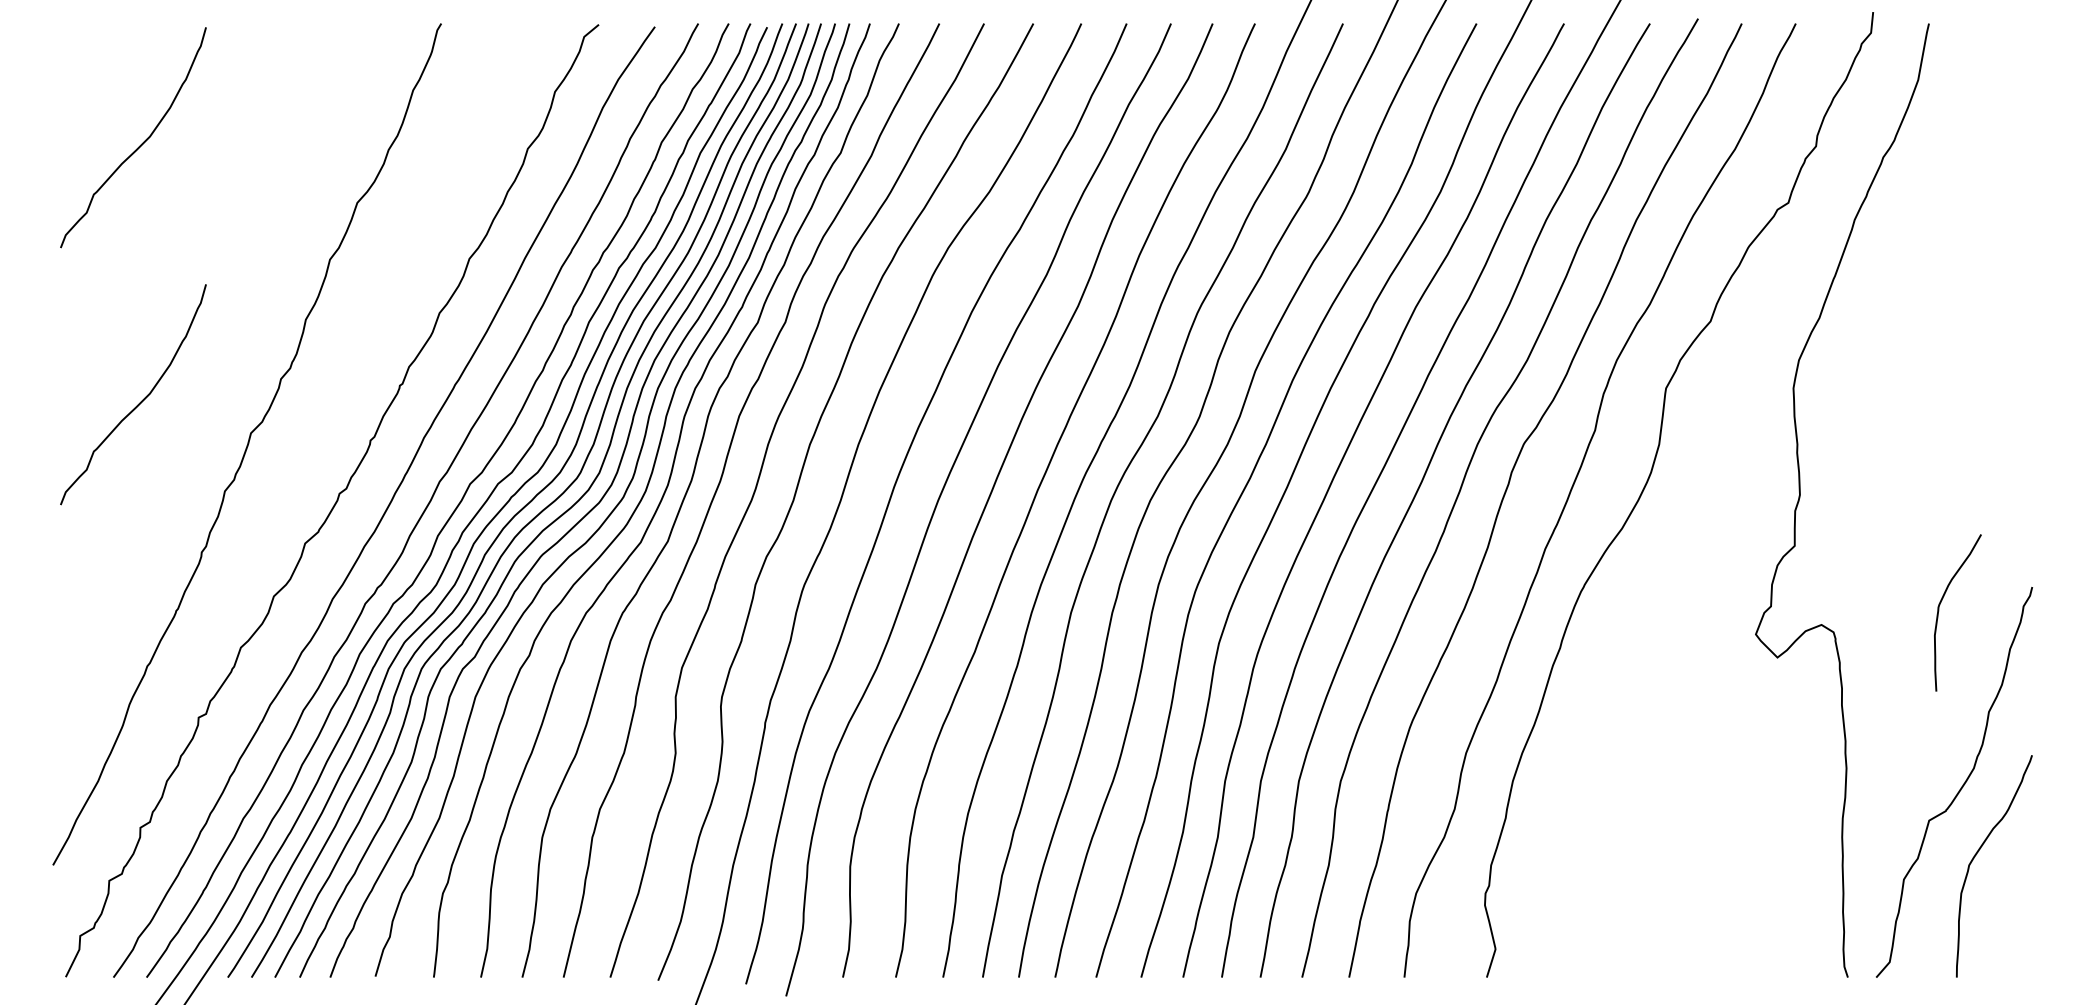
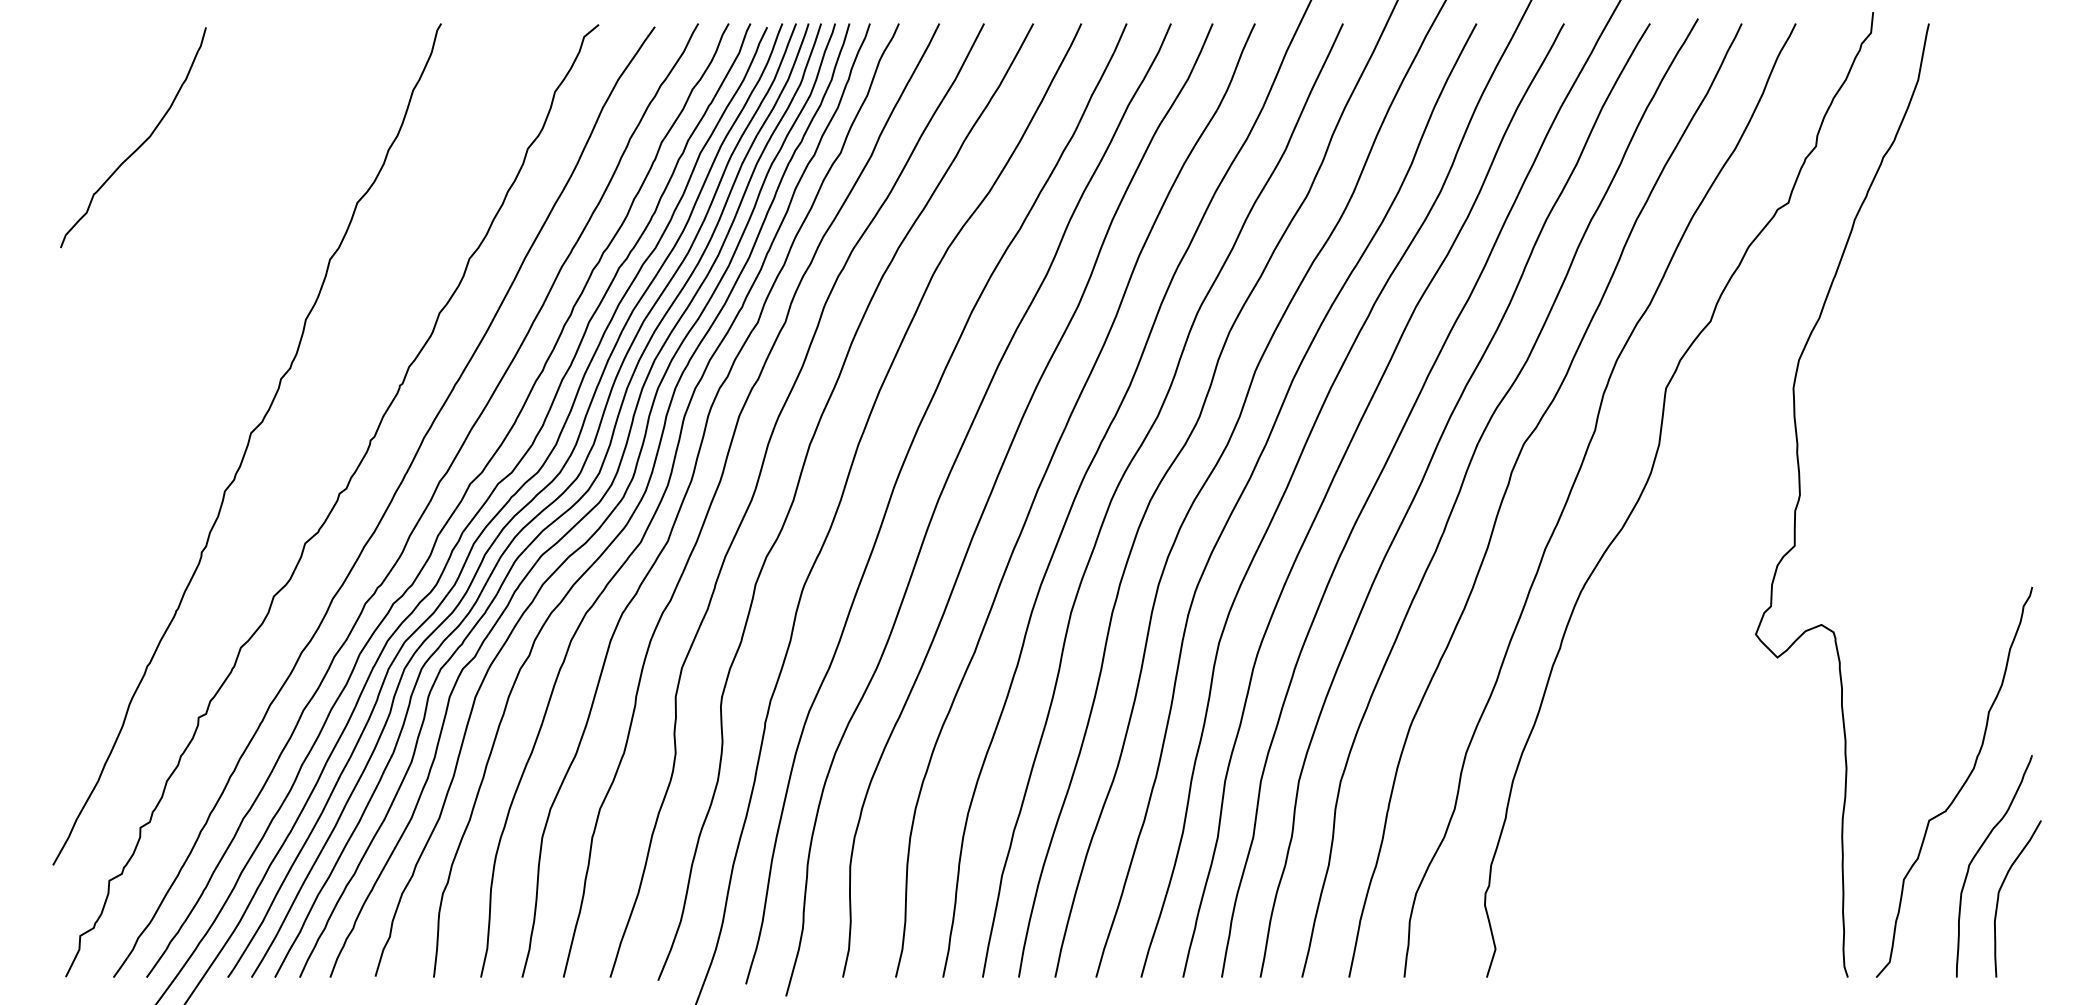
curve at (140, 401): present -> none
curve at (1939, 611) position: (1939, 611) -> (1999, 897)
